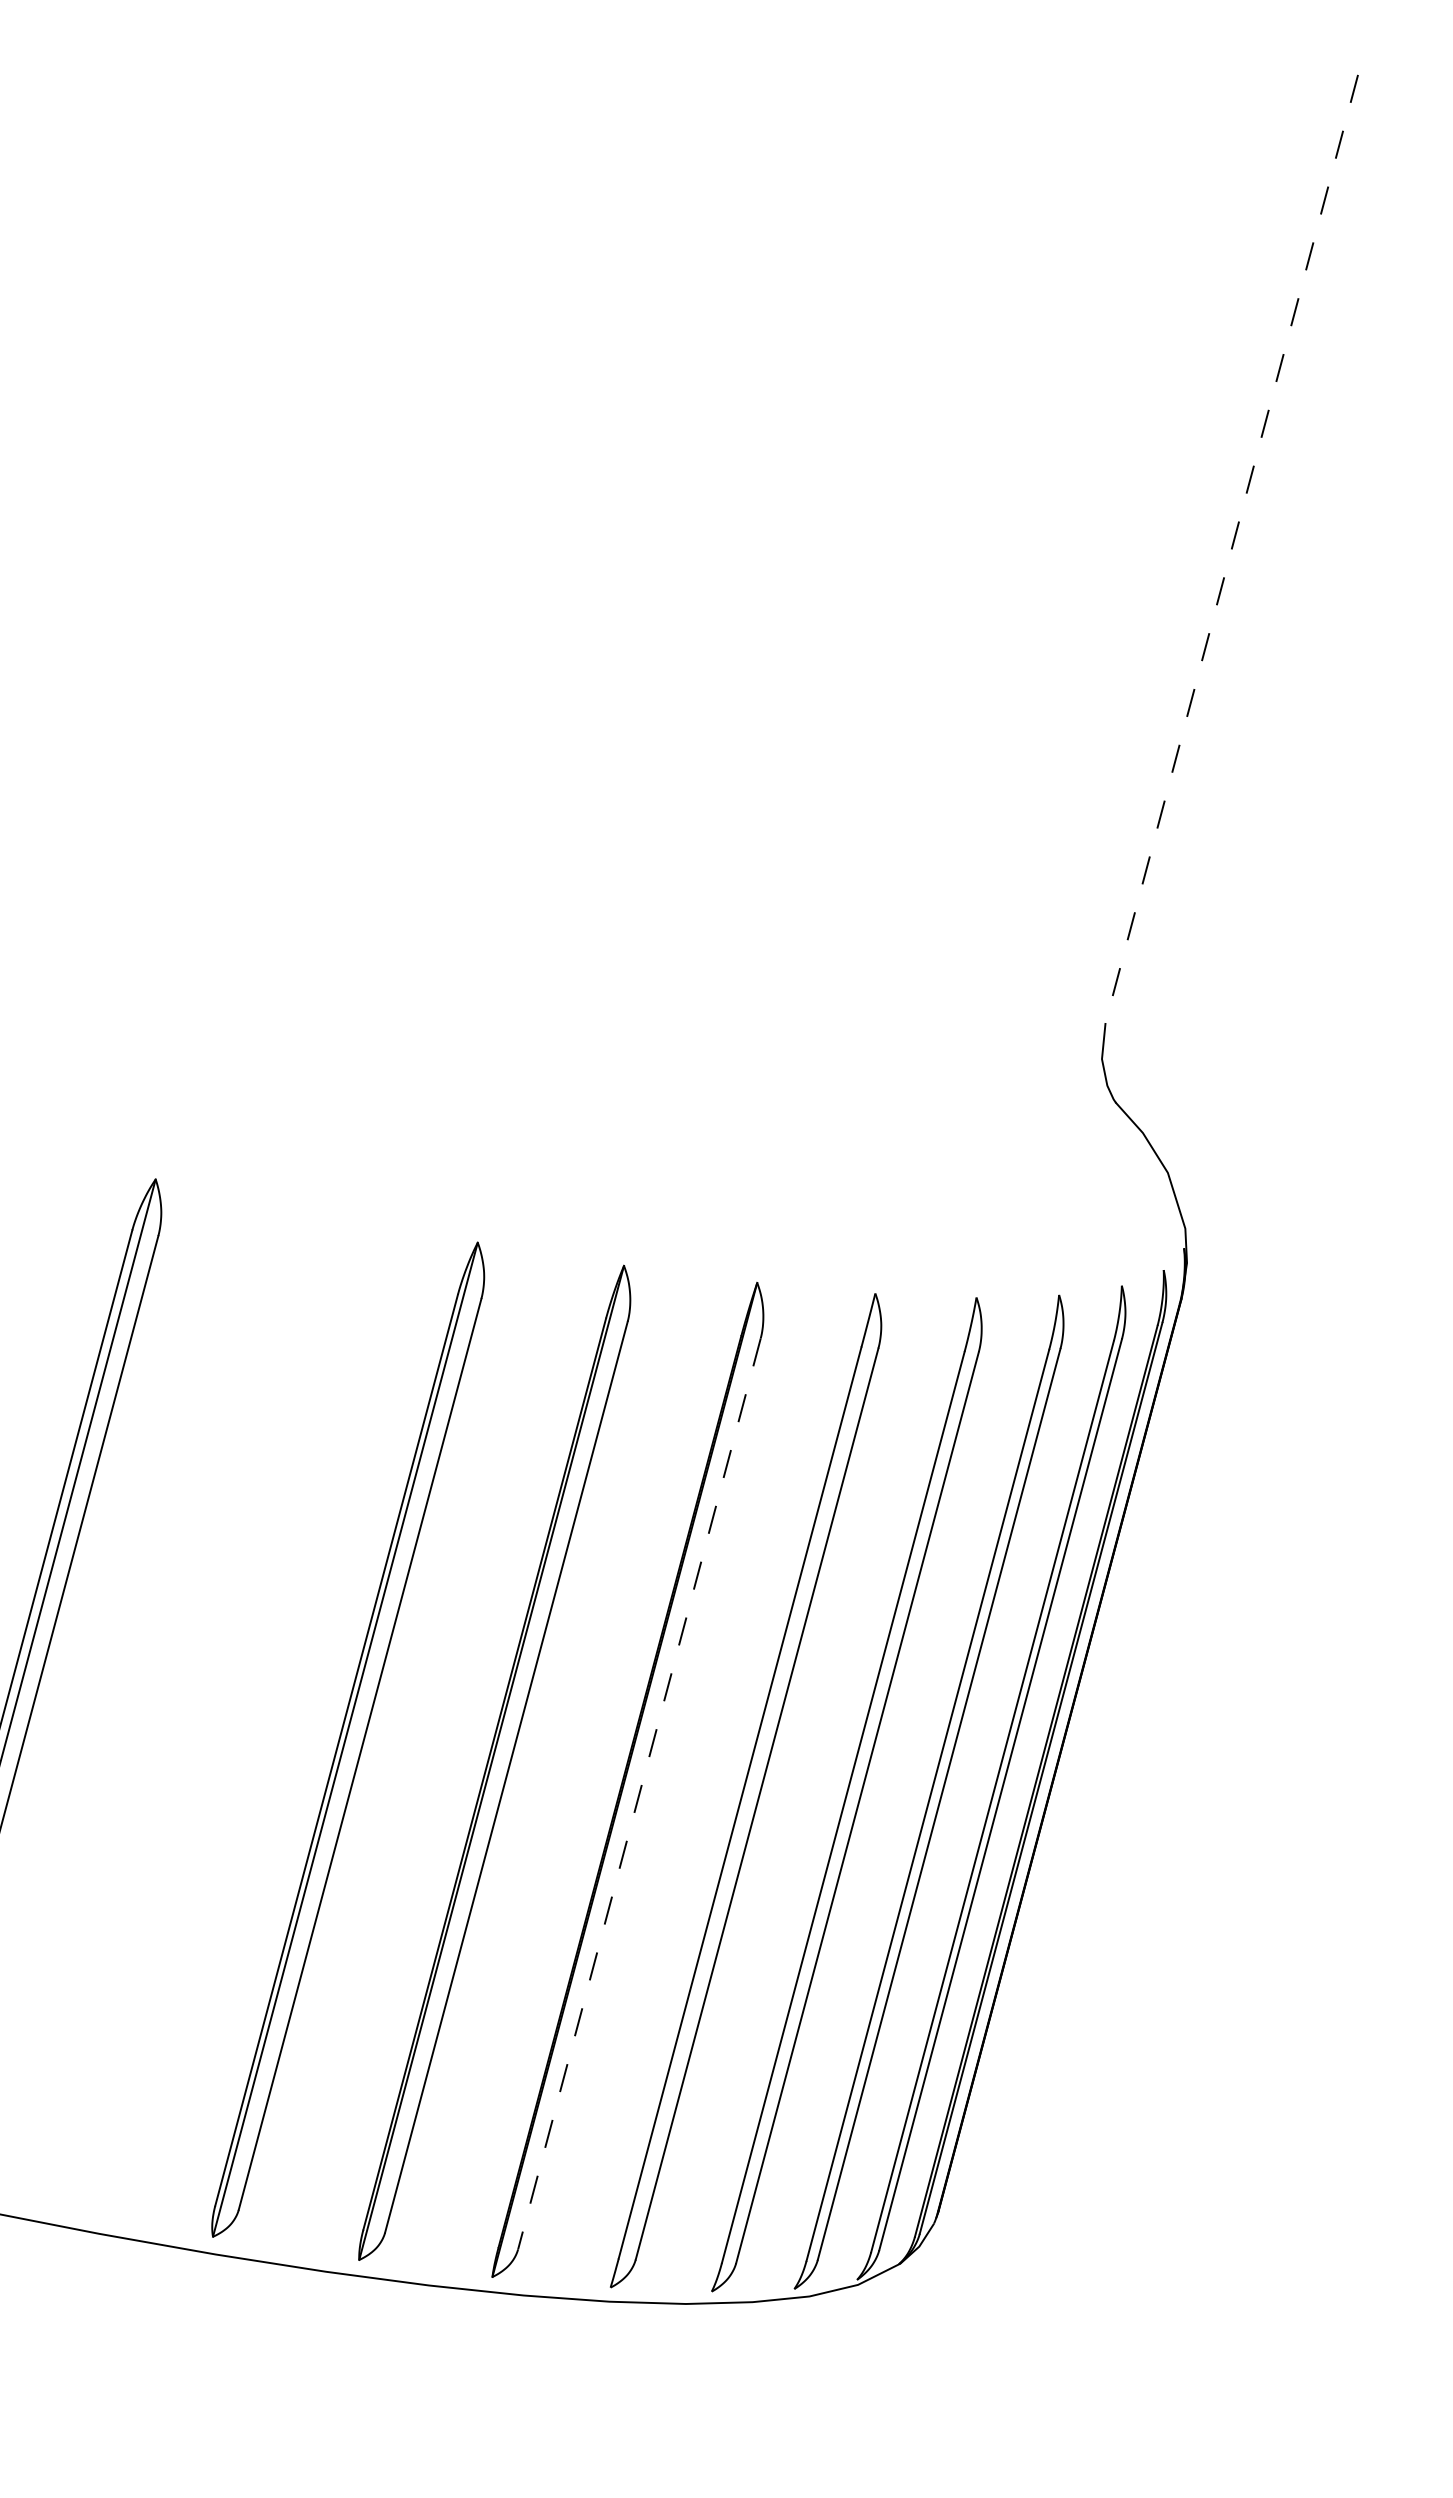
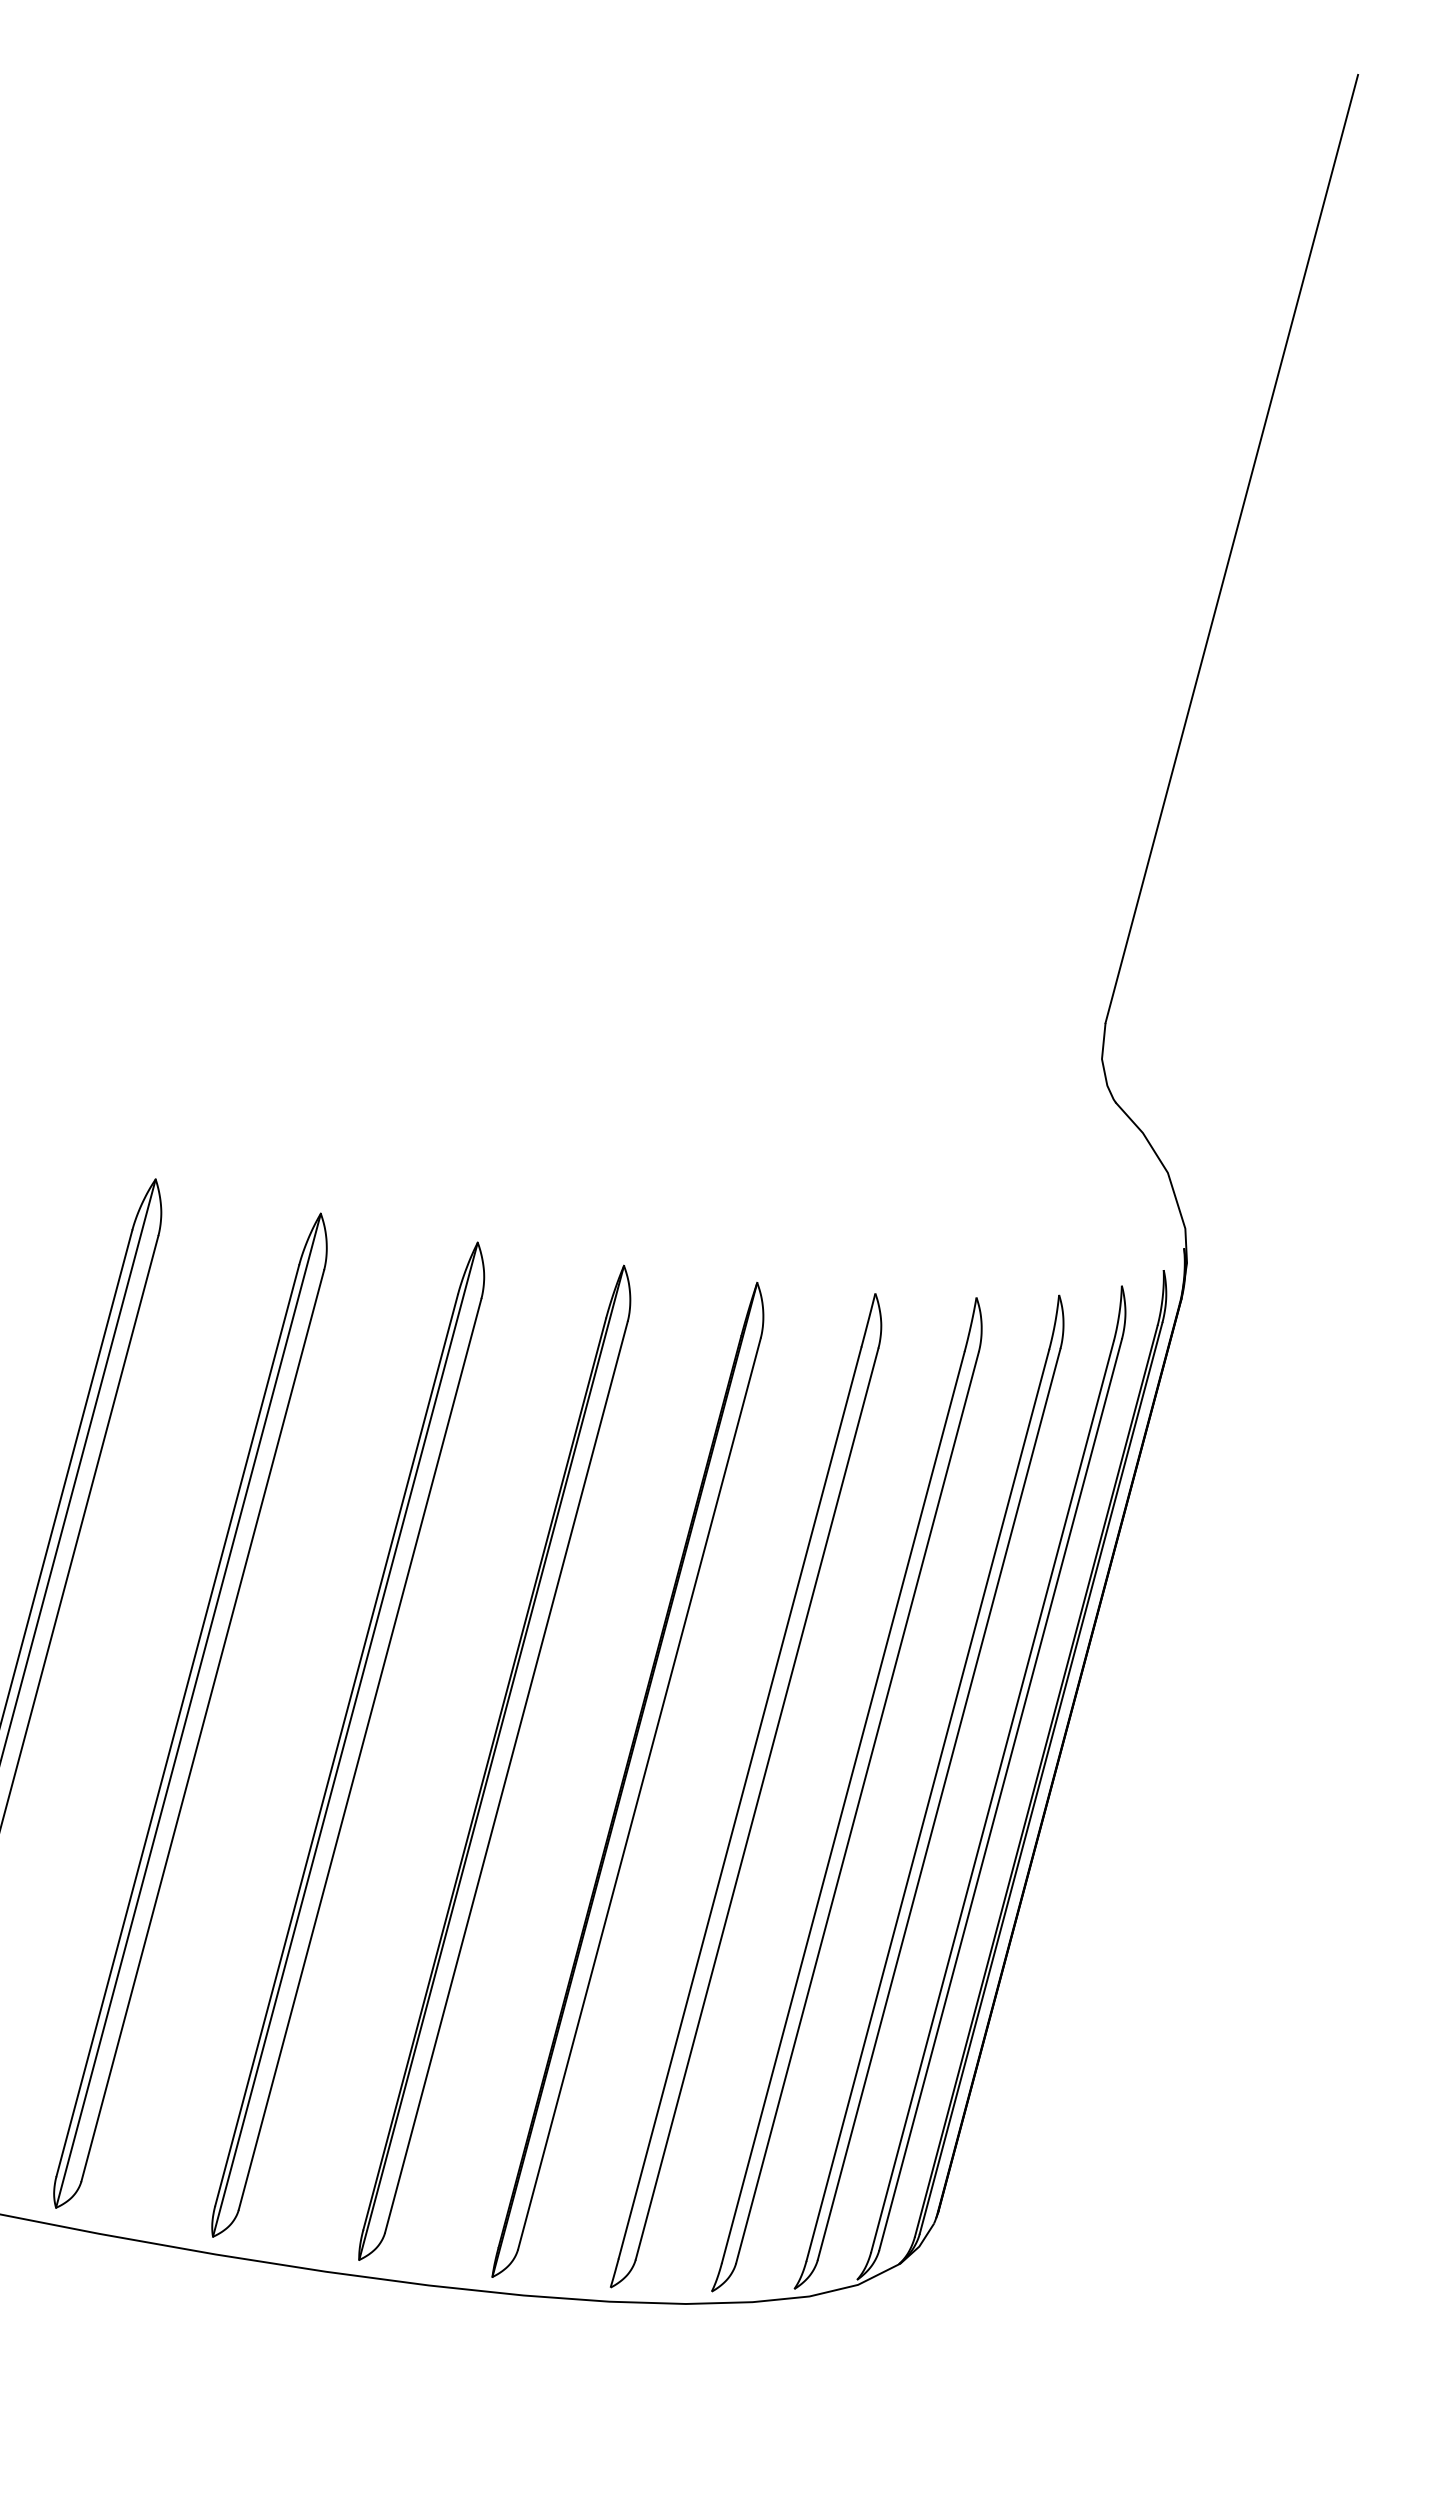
line at (1231, 548): dashed -> solid
part at (190, 1710): none -> present
line at (639, 1794): dashed -> solid
